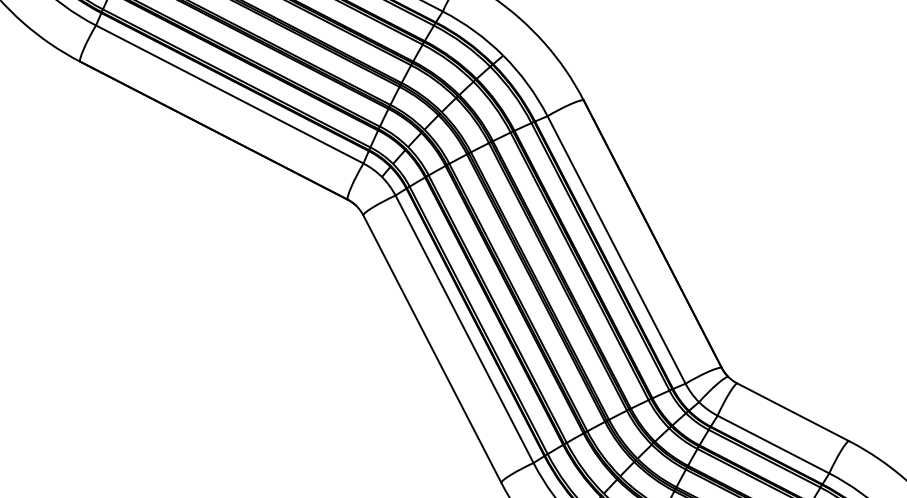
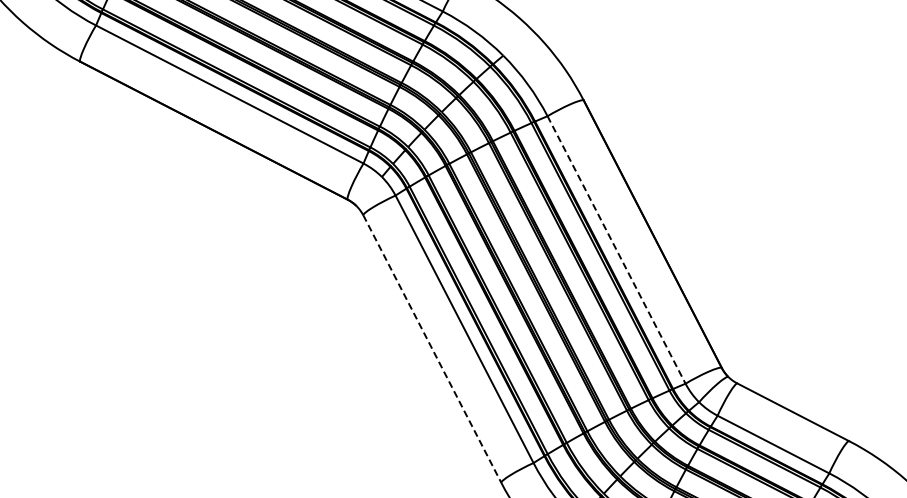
line at (616, 250): solid -> dashed
line at (432, 349): solid -> dashed
